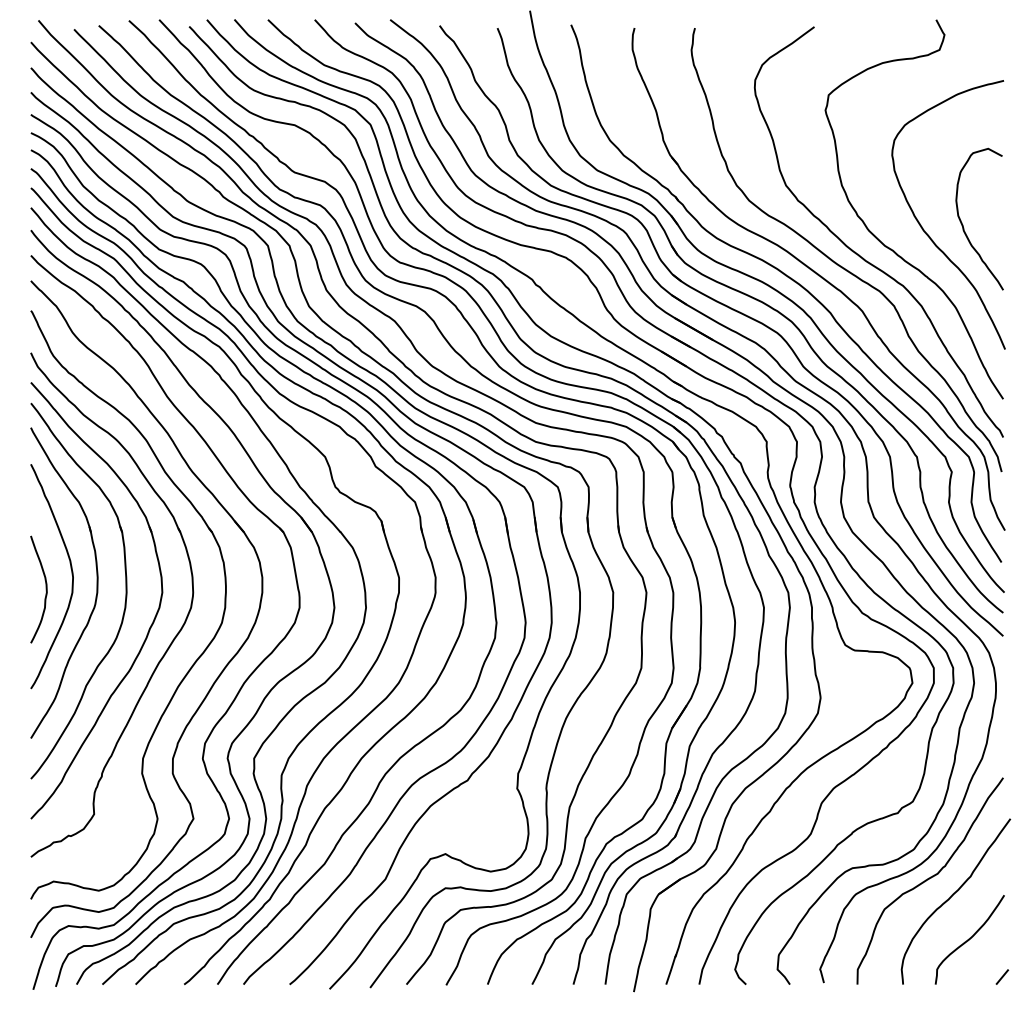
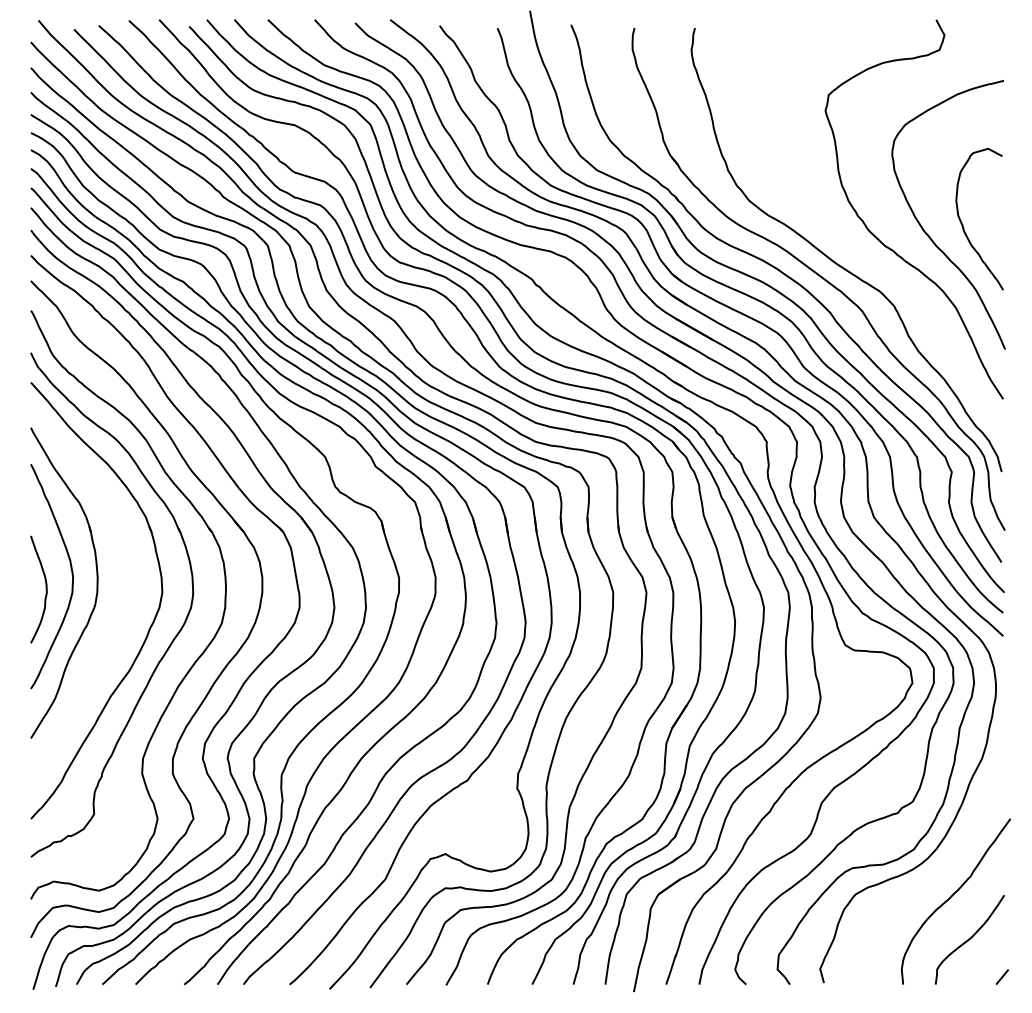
curve at (859, 254): present -> none
part at (125, 590): present -> none
curve at (929, 879): present -> none
